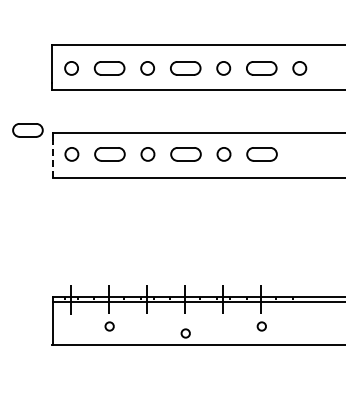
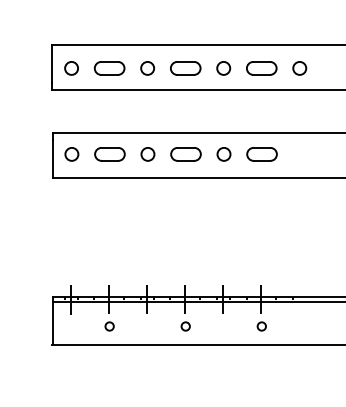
part at (27, 130): present -> none
line at (52, 158): dashed -> solid
circle at (185, 333) position: (185, 333) -> (185, 326)
